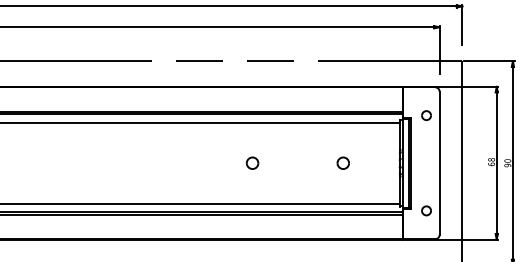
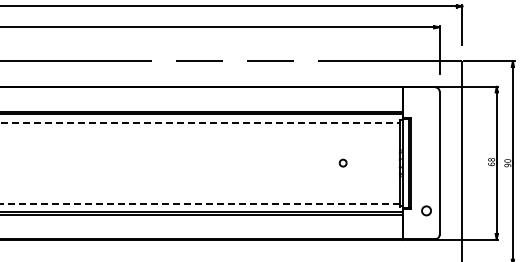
part at (426, 115): present -> none
line at (200, 122): solid -> dashed
part at (252, 162): present -> none
part at (342, 162) size: 14x14 px -> 10x10 px
line at (200, 203): solid -> dashed
